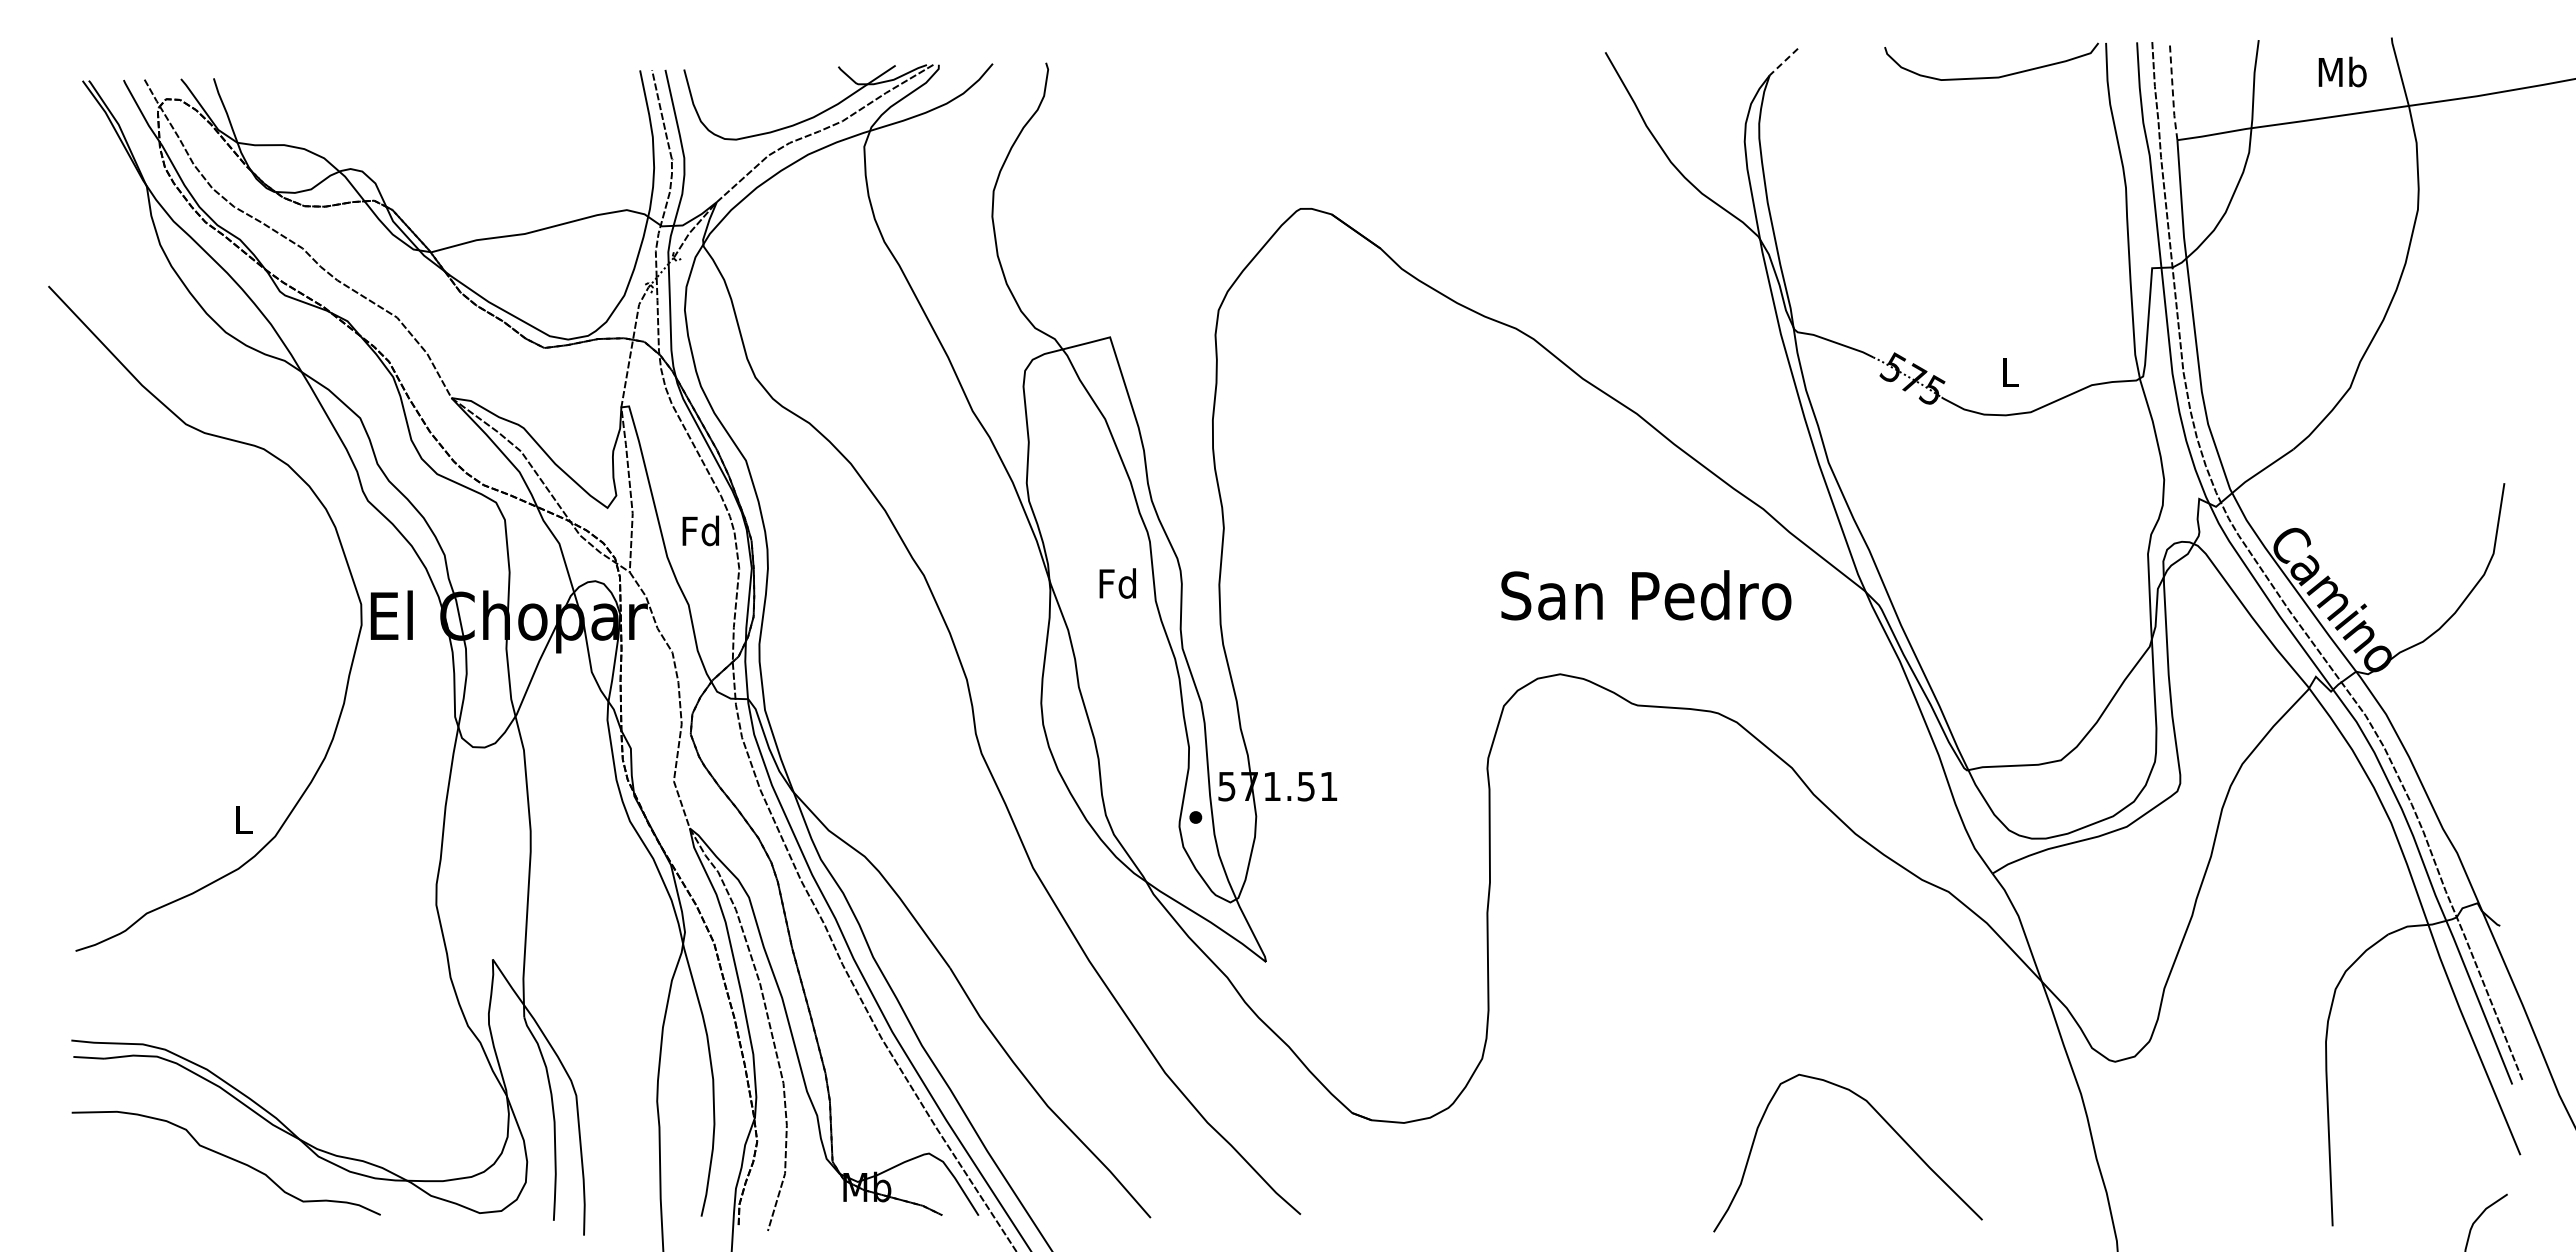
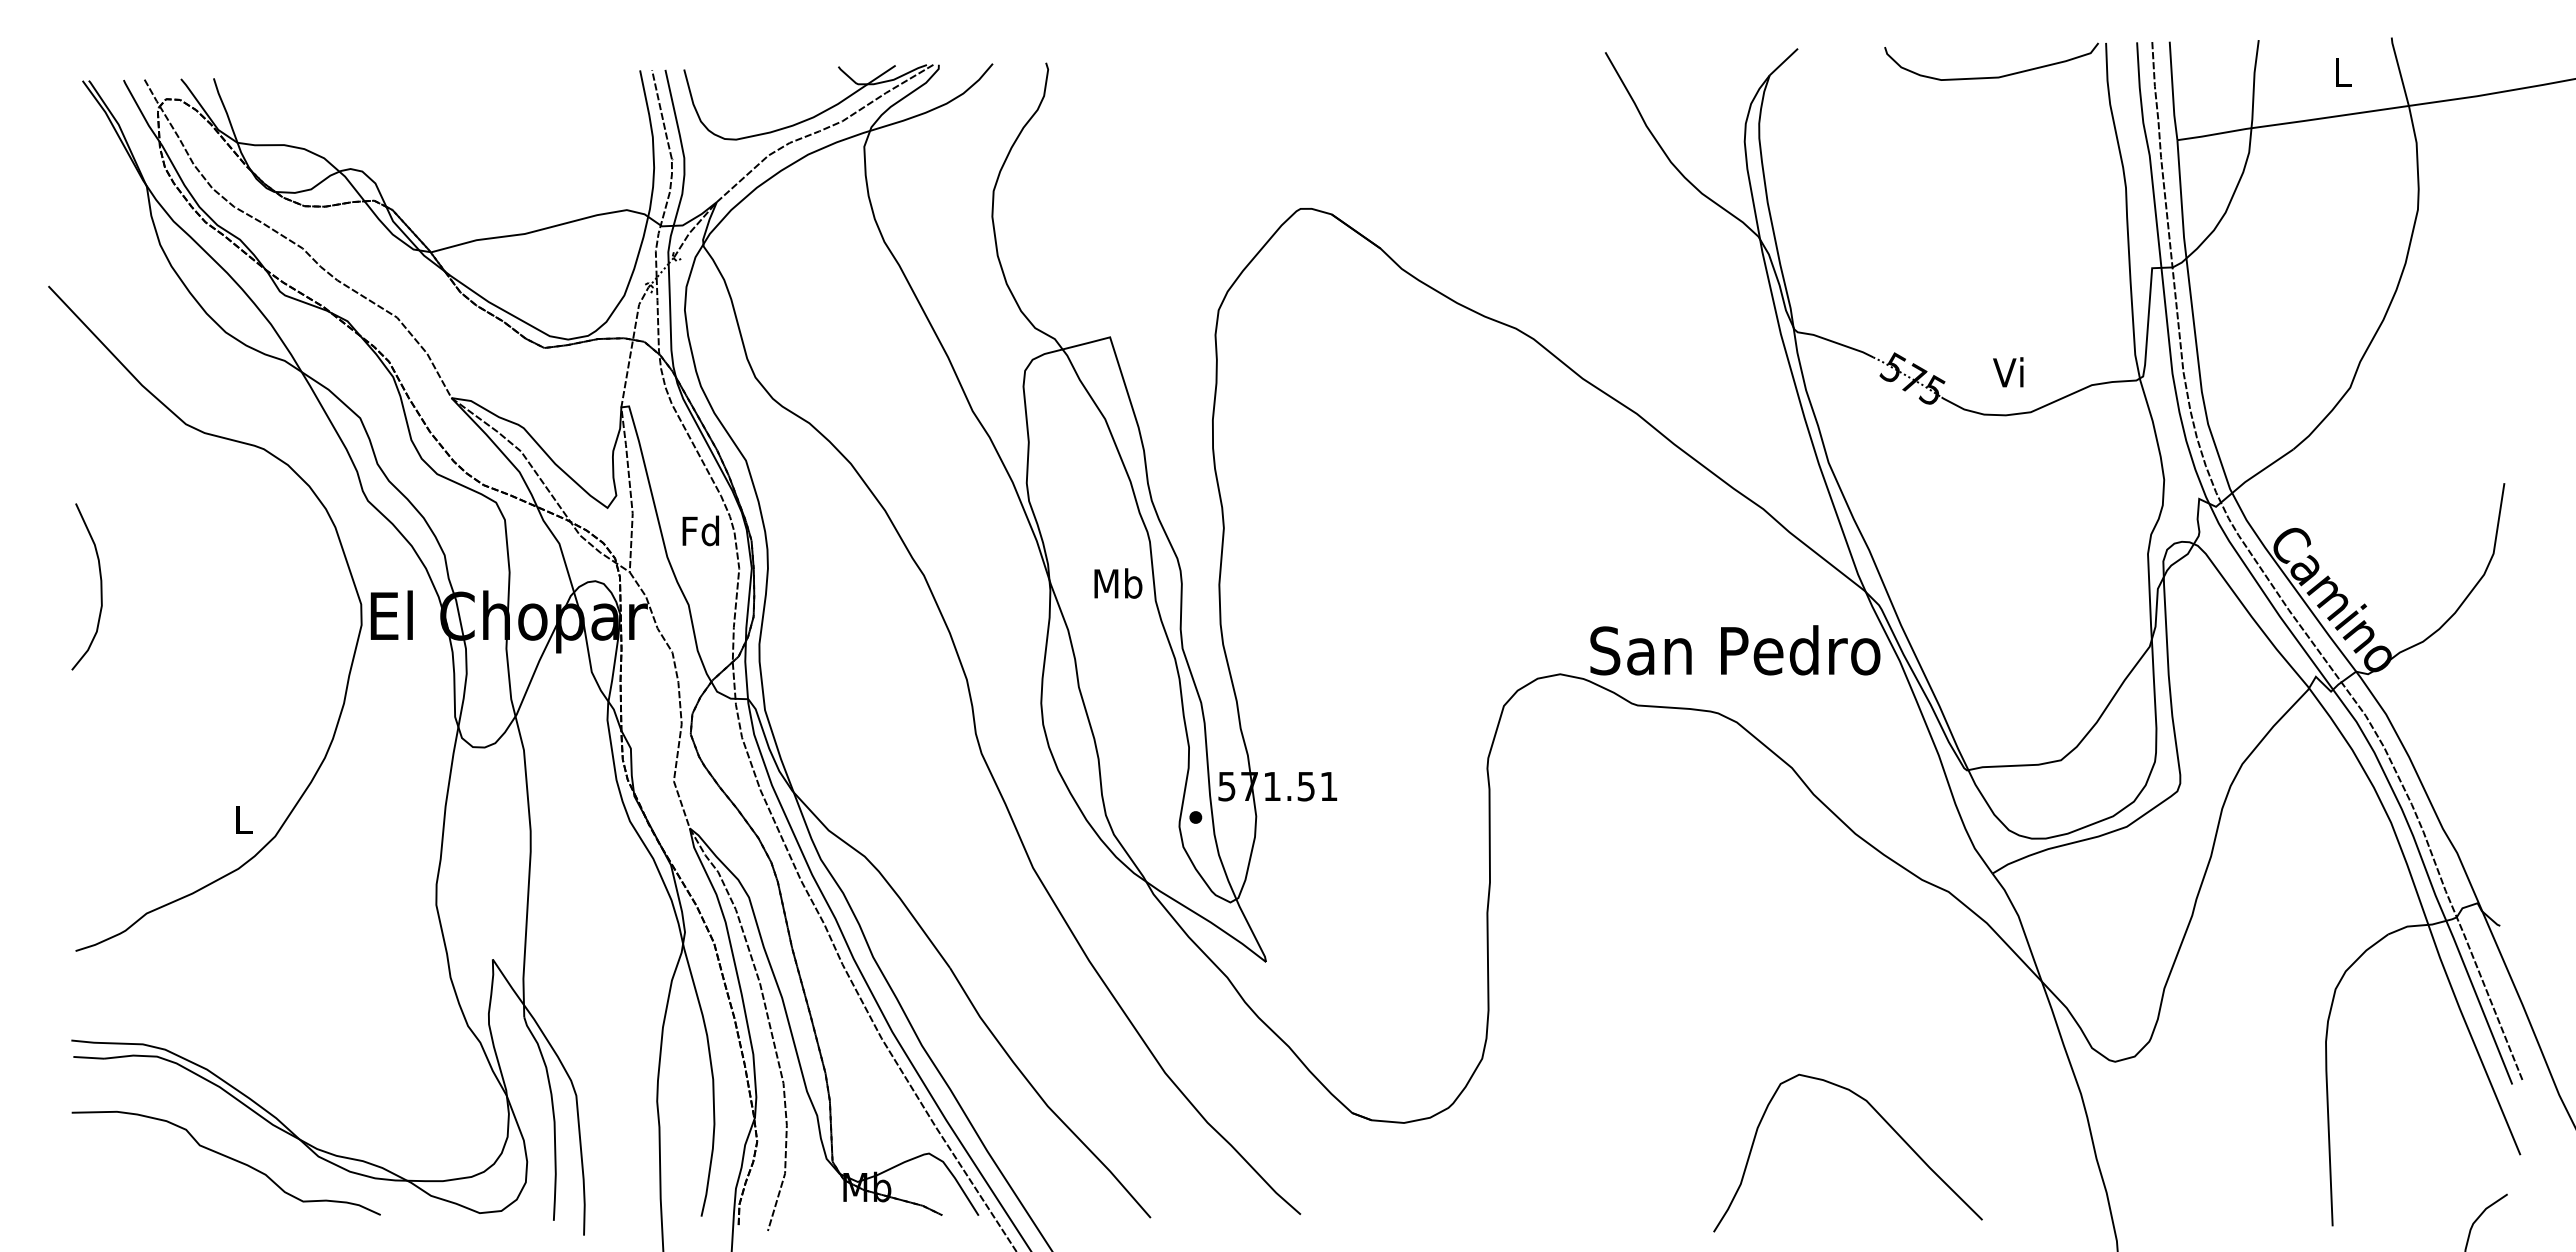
line at (1783, 62): dashed -> solid
text at (2342, 71): Mb -> L
line at (2172, 91): dashed -> solid
text at (2008, 372): L -> Vi
text at (1118, 583): Fd -> Mb
curve at (100, 586): none -> present
text at (1646, 595) position: (1646, 595) -> (1735, 650)
